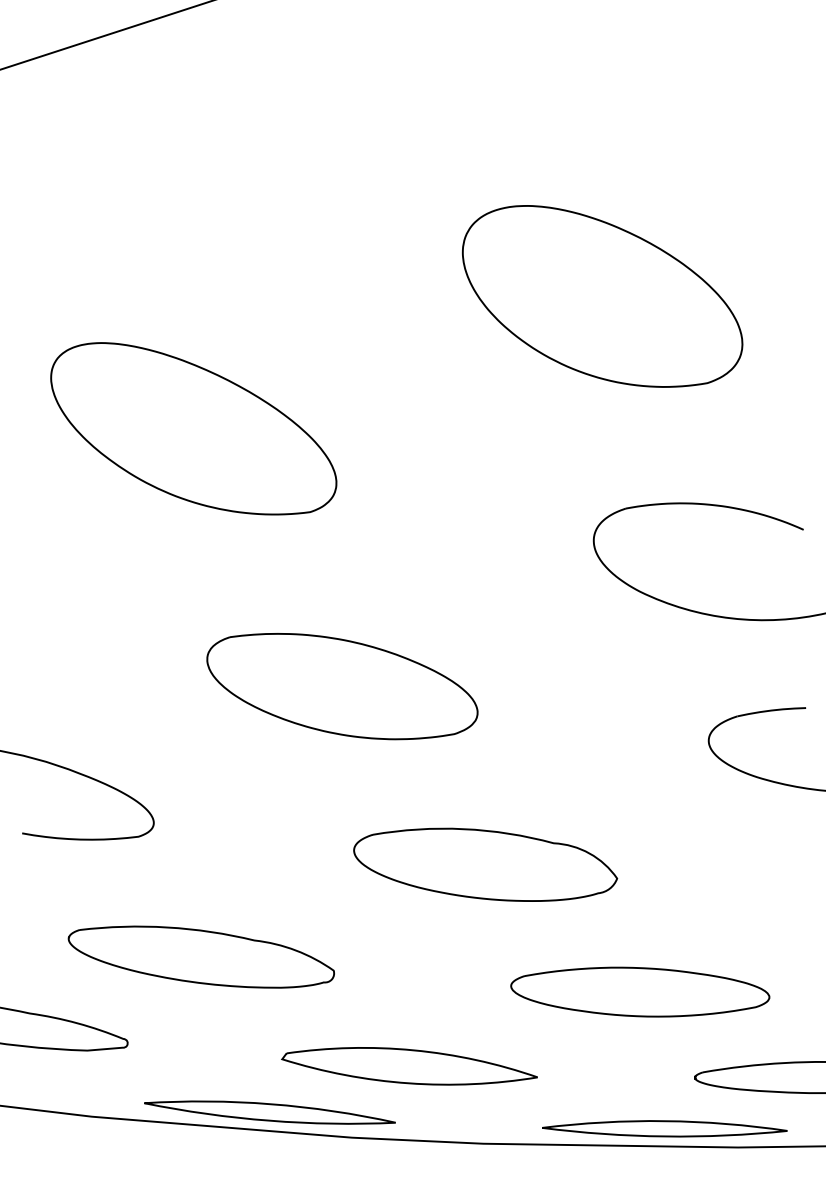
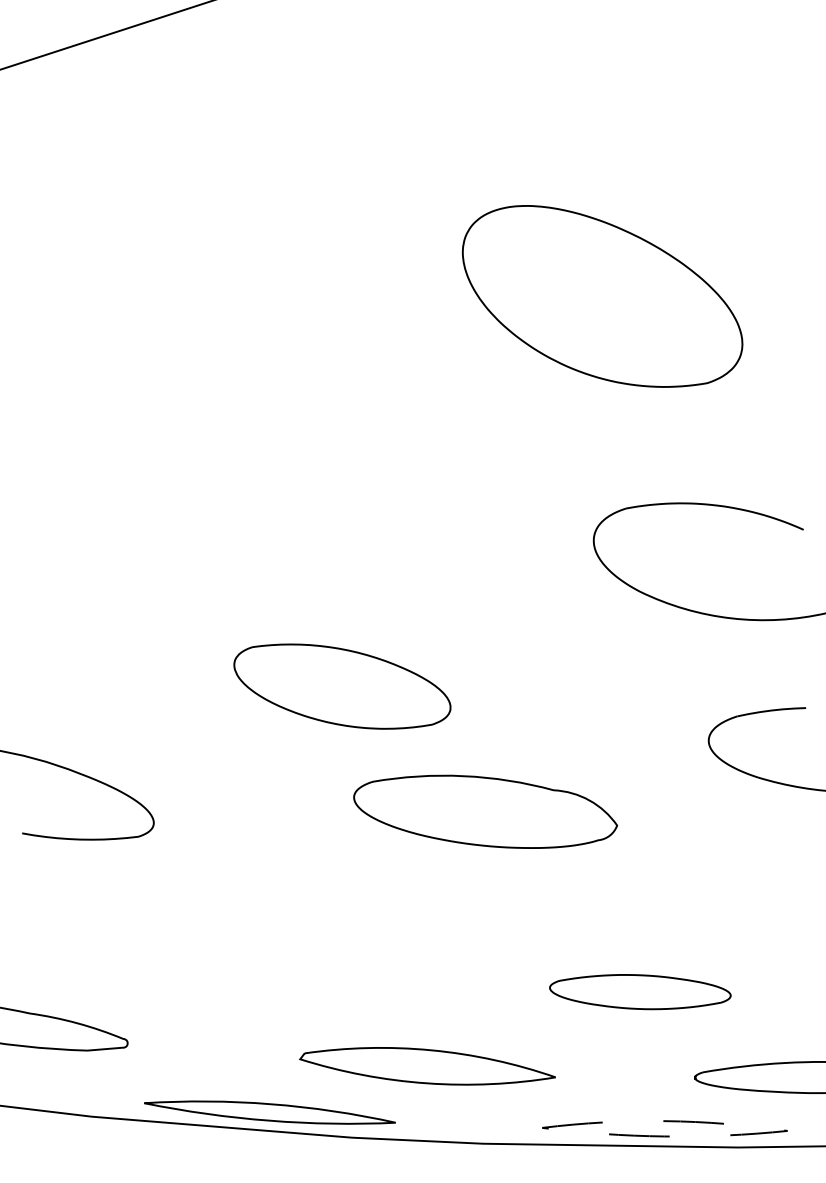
part at (193, 428): present -> none
part at (342, 686) size: 273x108 px -> 219x87 px
part at (485, 864) position: (485, 864) -> (485, 811)
part at (200, 956): present -> none
part at (640, 991) size: 261x52 px -> 183x37 px
part at (409, 1066) position: (409, 1066) -> (427, 1066)
line at (787, 1130): solid -> dashed
